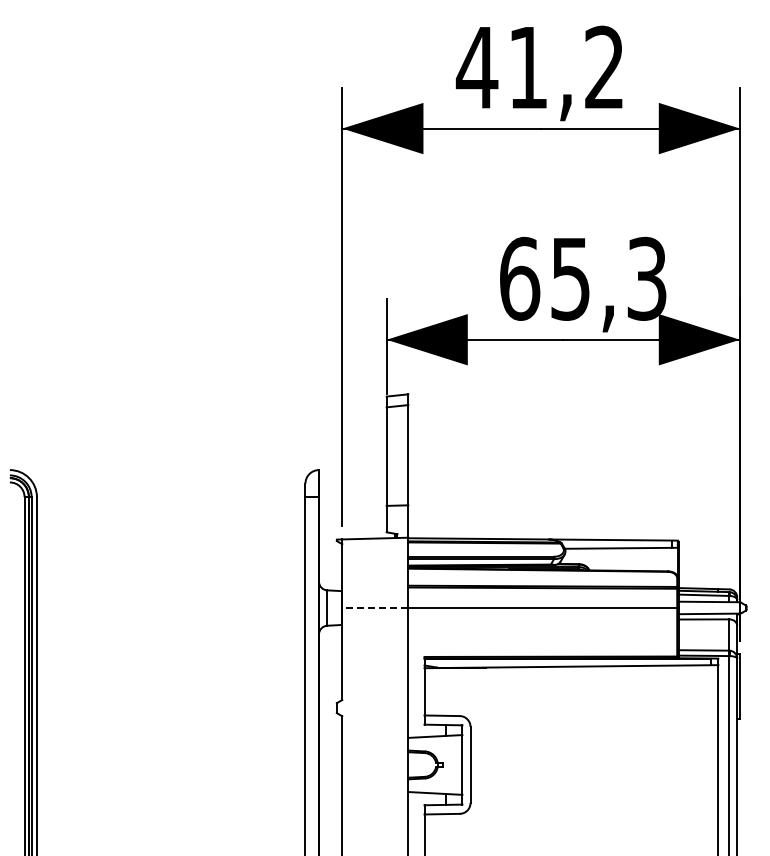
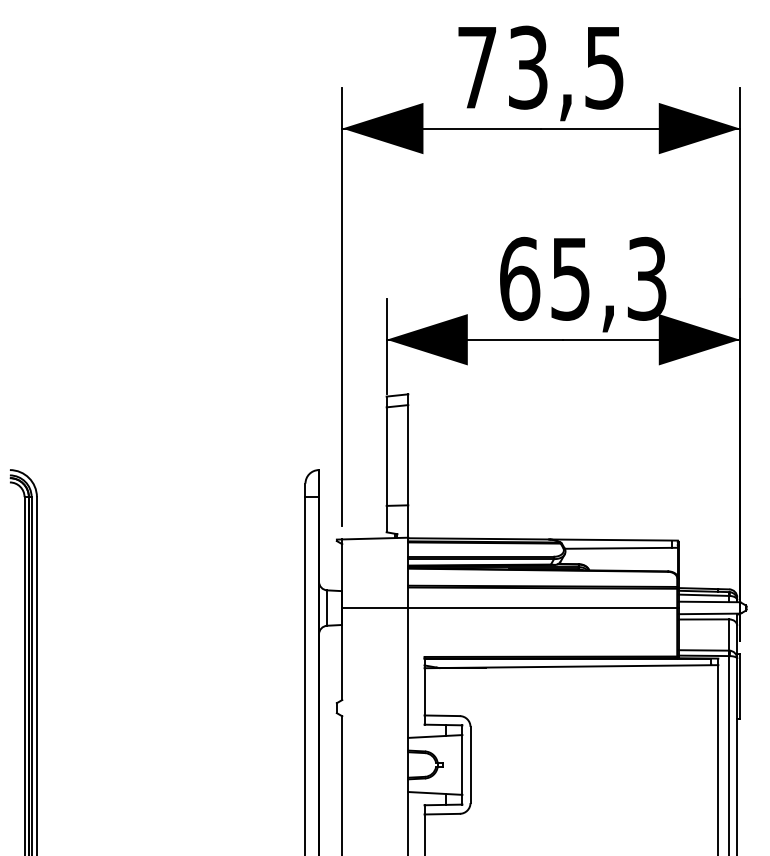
text at (539, 67): 41,2 -> 73,5
line at (374, 608): dashed -> solid
